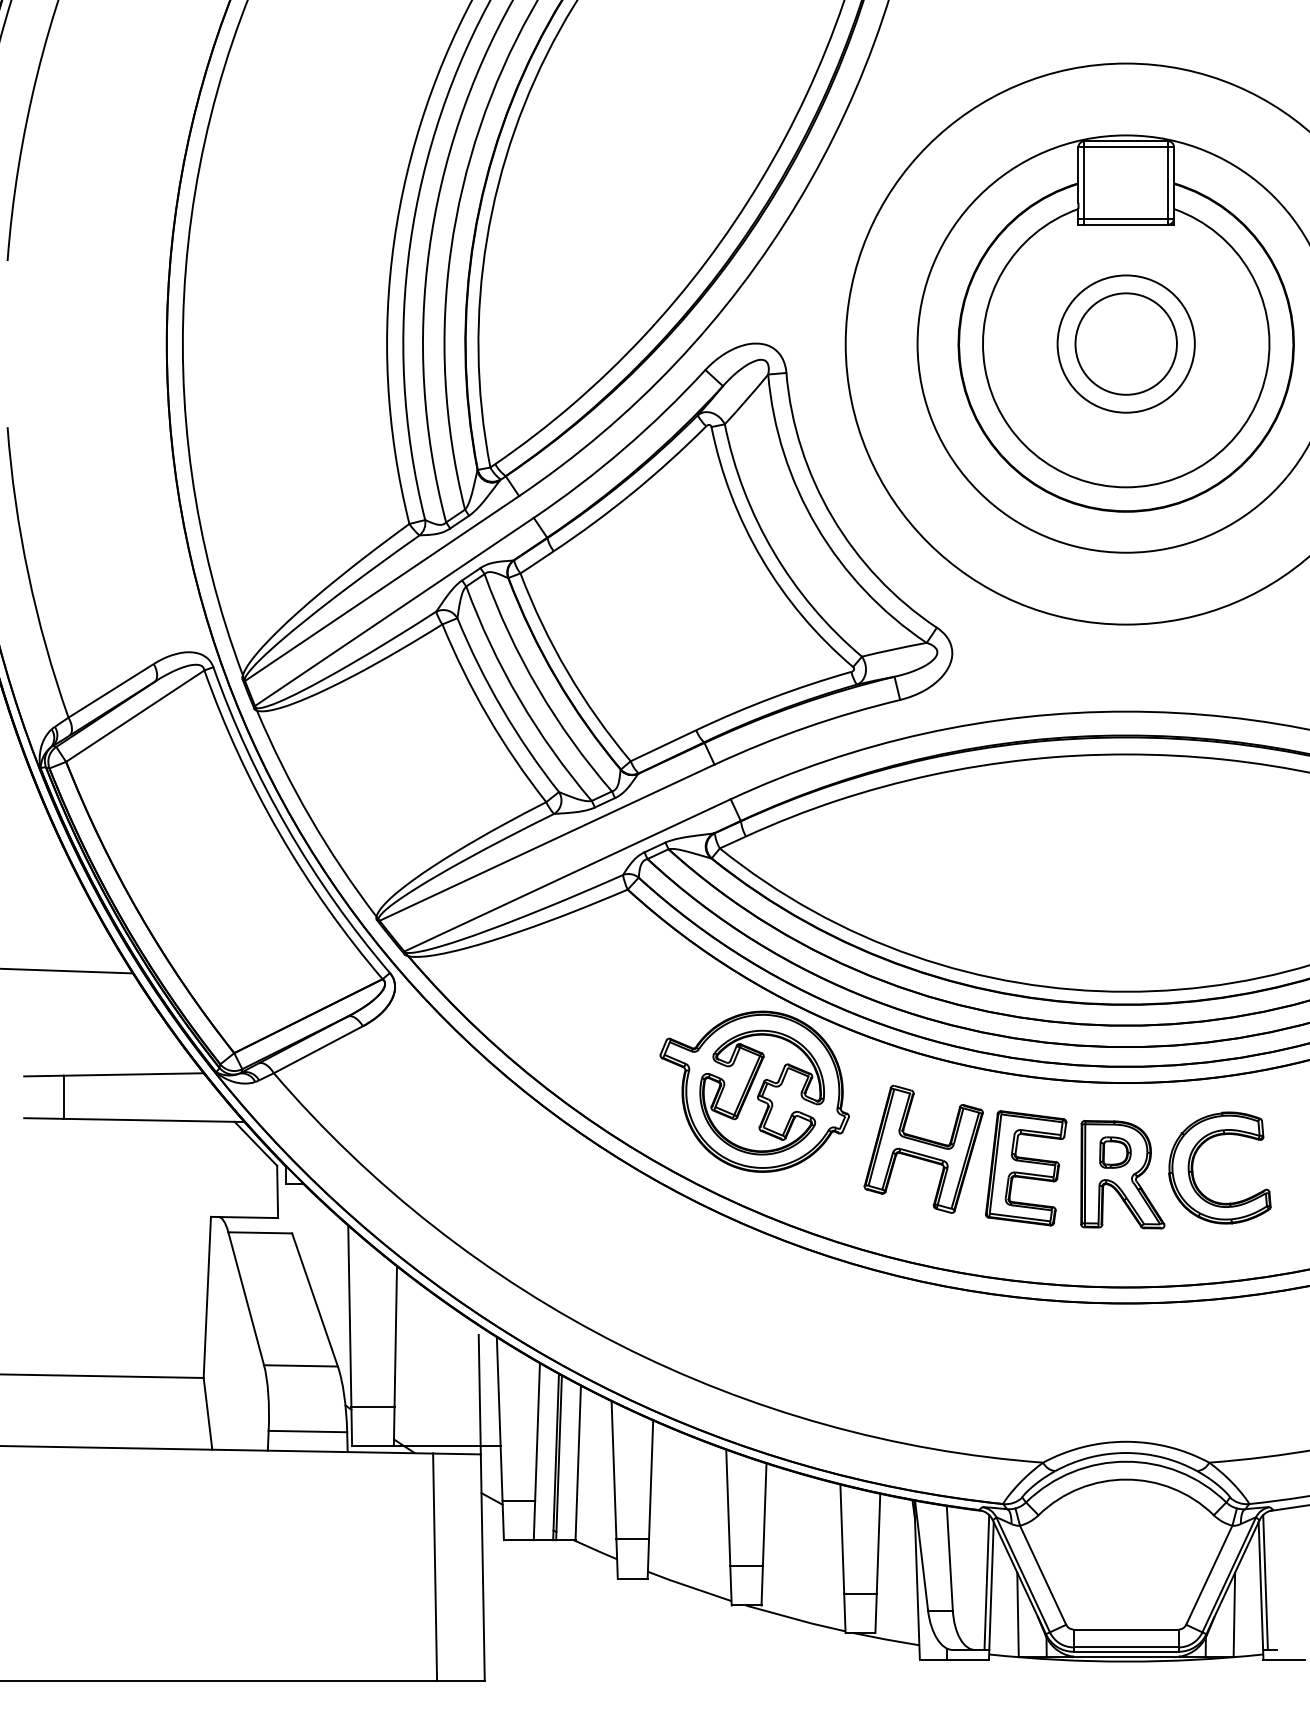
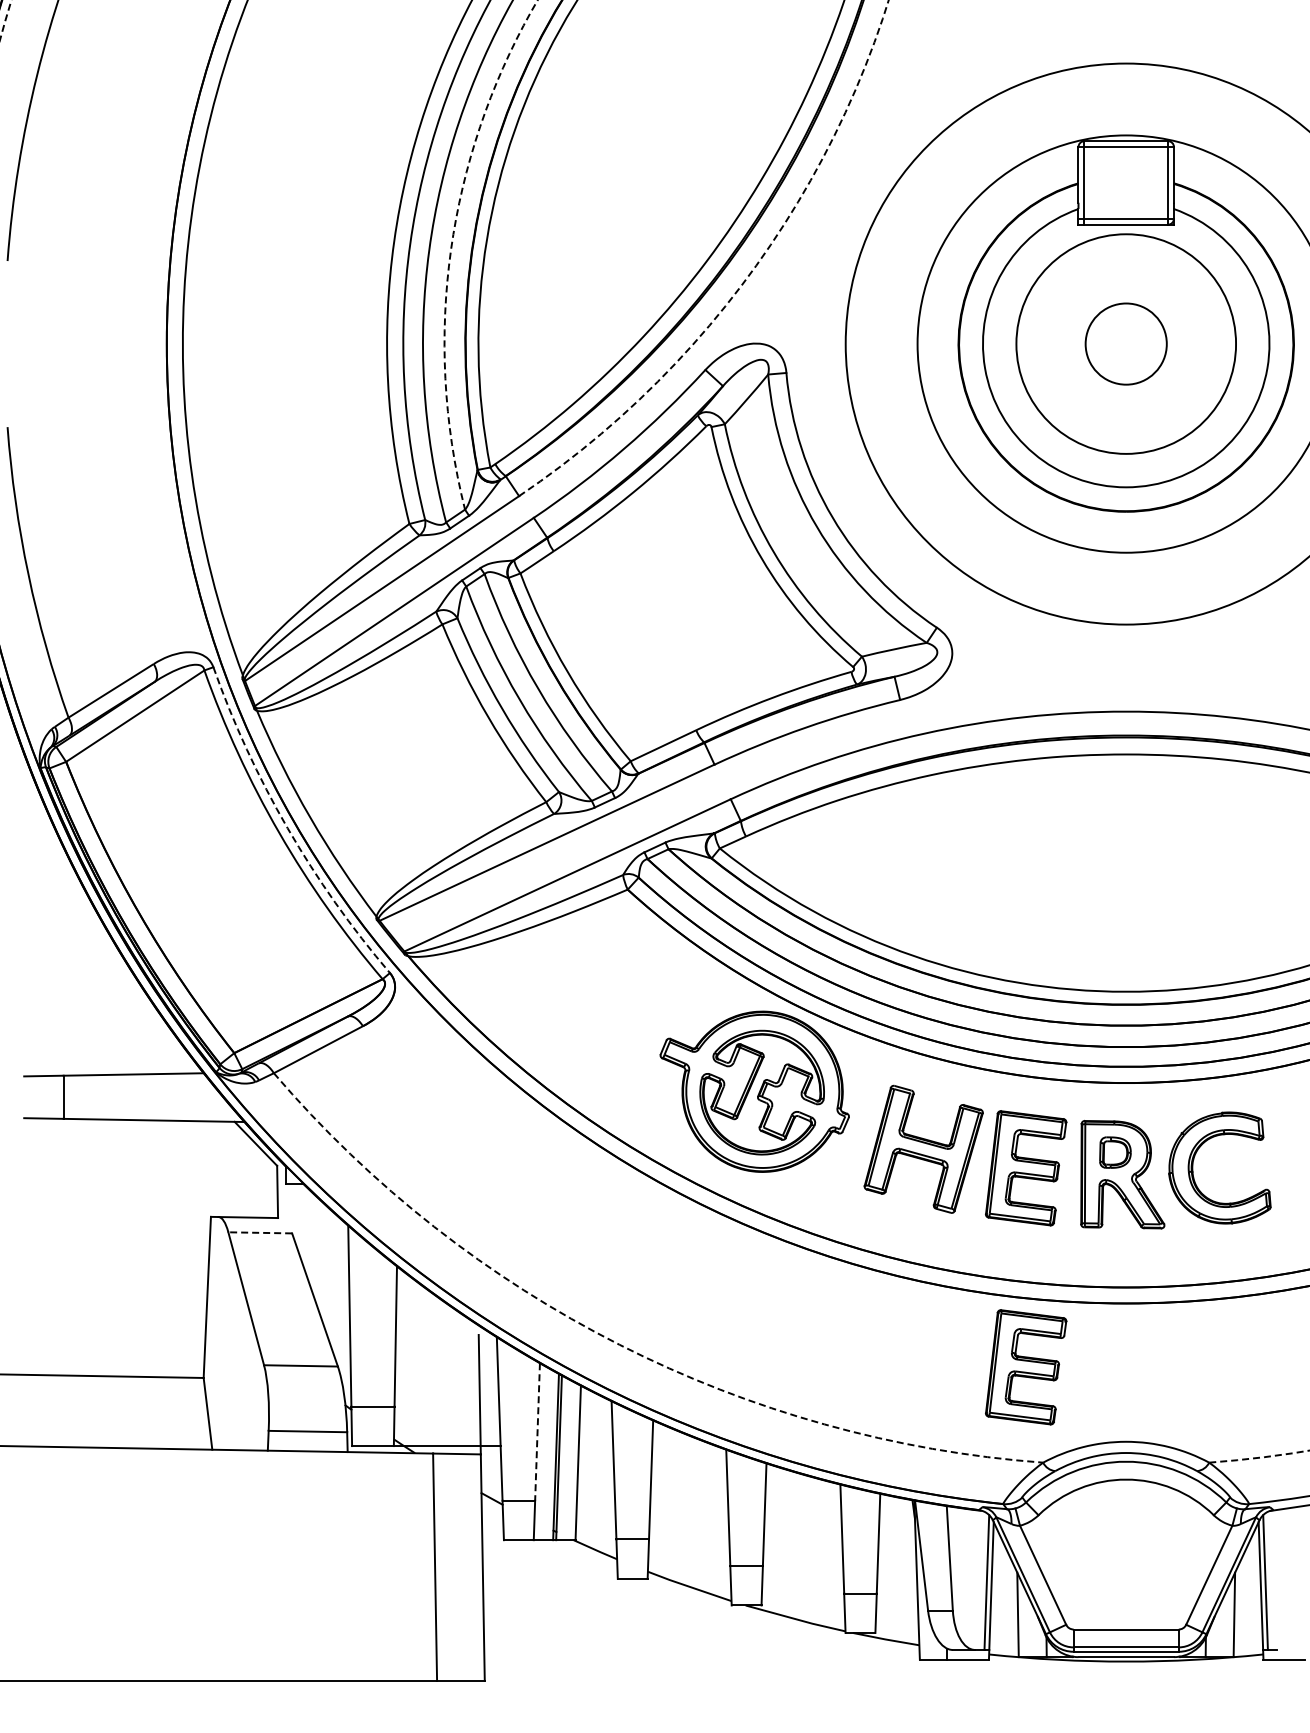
arc at (5, 21): solid -> dashed
arc at (450, 250): solid -> dashed
arc at (746, 278): solid -> dashed
circle at (1125, 343) diameter: 101 px -> 81 px
circle at (1125, 343) diameter: 137 px -> 220 px
arc at (287, 828): solid -> dashed
line at (67, 970): present -> none
line at (260, 1232): solid -> dashed
arc at (619, 1344): solid -> dashed
part at (1026, 1367): none -> present
line at (537, 1432): solid -> dashed
arc at (1259, 1457): solid -> dashed
